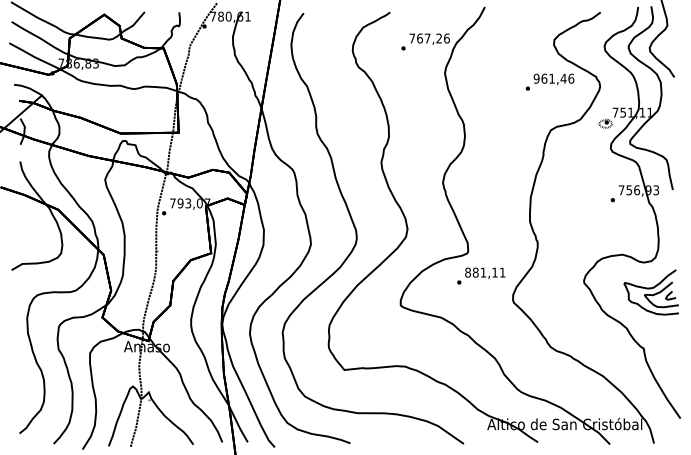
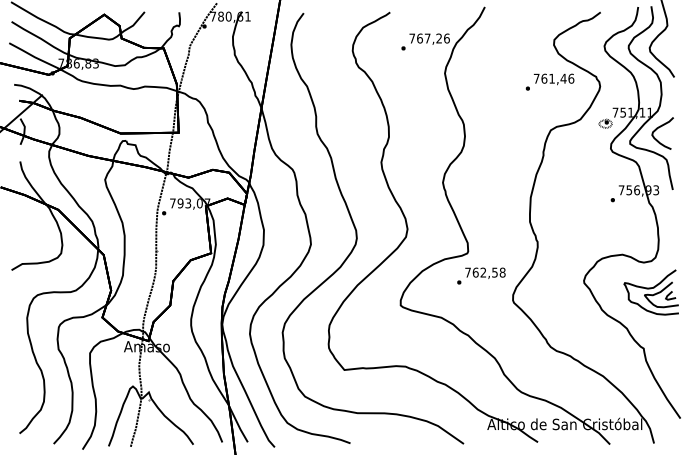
text at (536, 78): 961,46 -> 761,46
curve at (659, 128): none -> present
text at (485, 272): 881,11 -> 762,58
